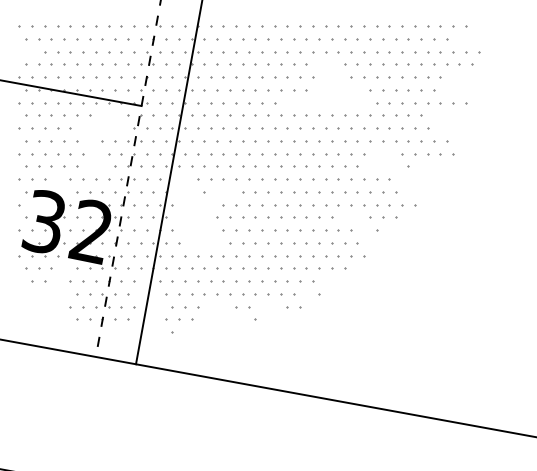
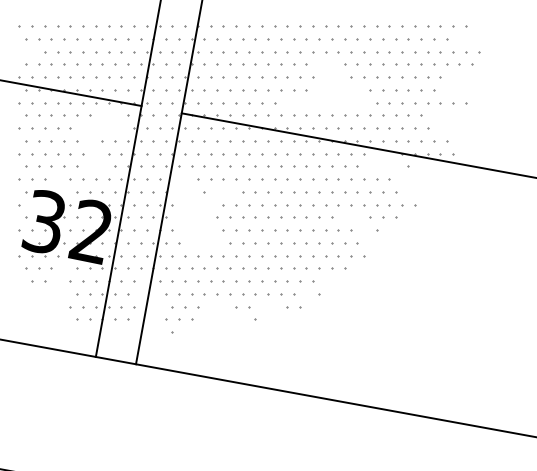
line at (357, 145): none -> present
line at (128, 178): dashed -> solid
